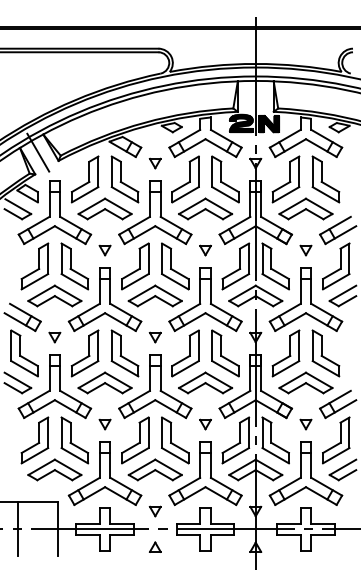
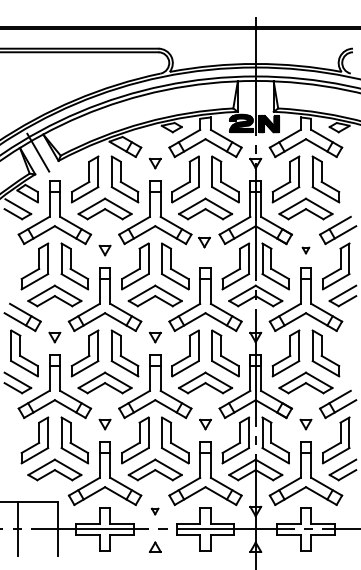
part at (205, 250) position: (205, 250) -> (204, 242)
part at (305, 250) size: 14x13 px -> 10x9 px
part at (154, 511) size: 14x13 px -> 10x9 px
